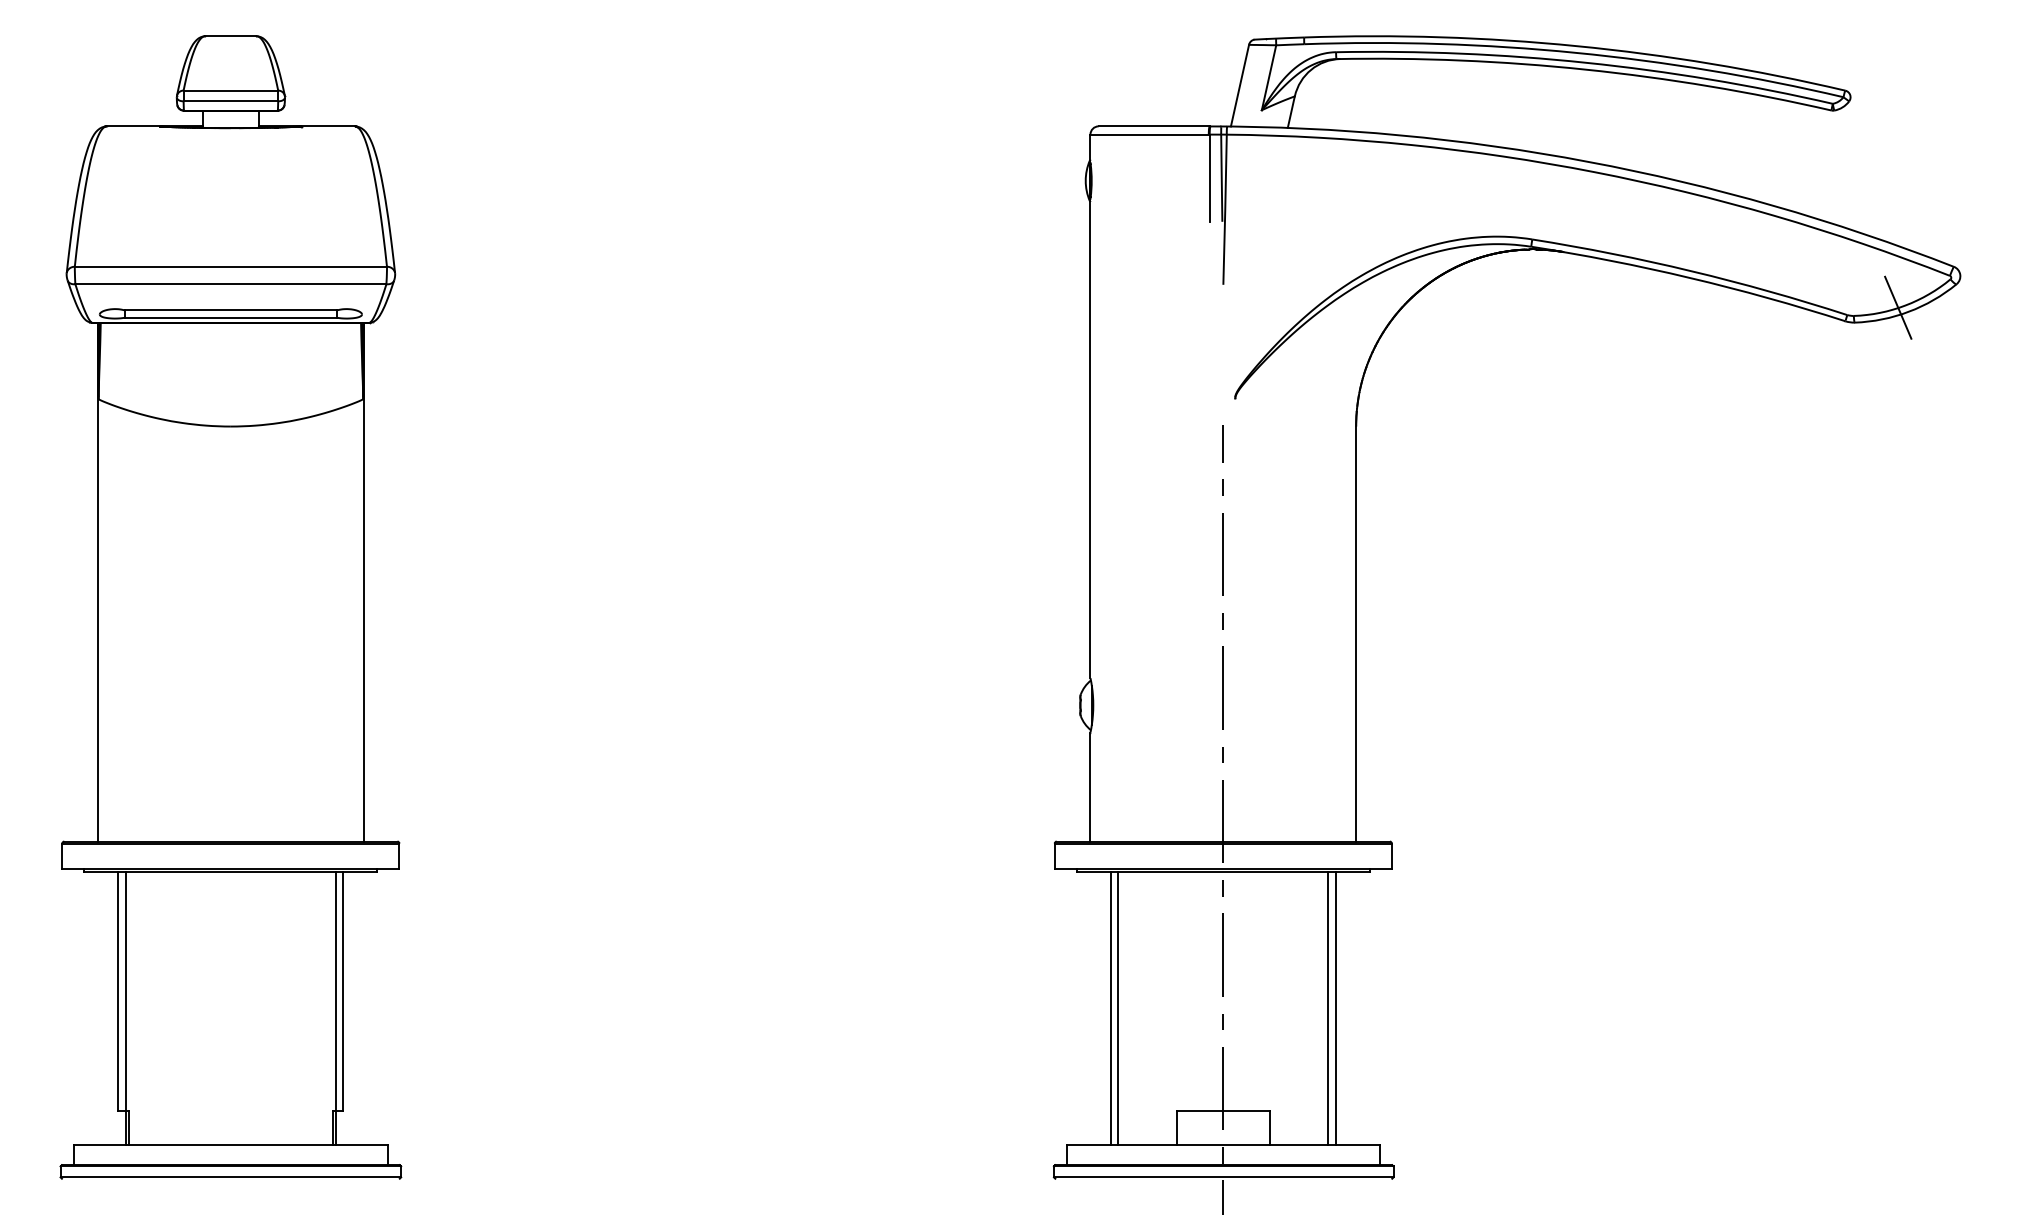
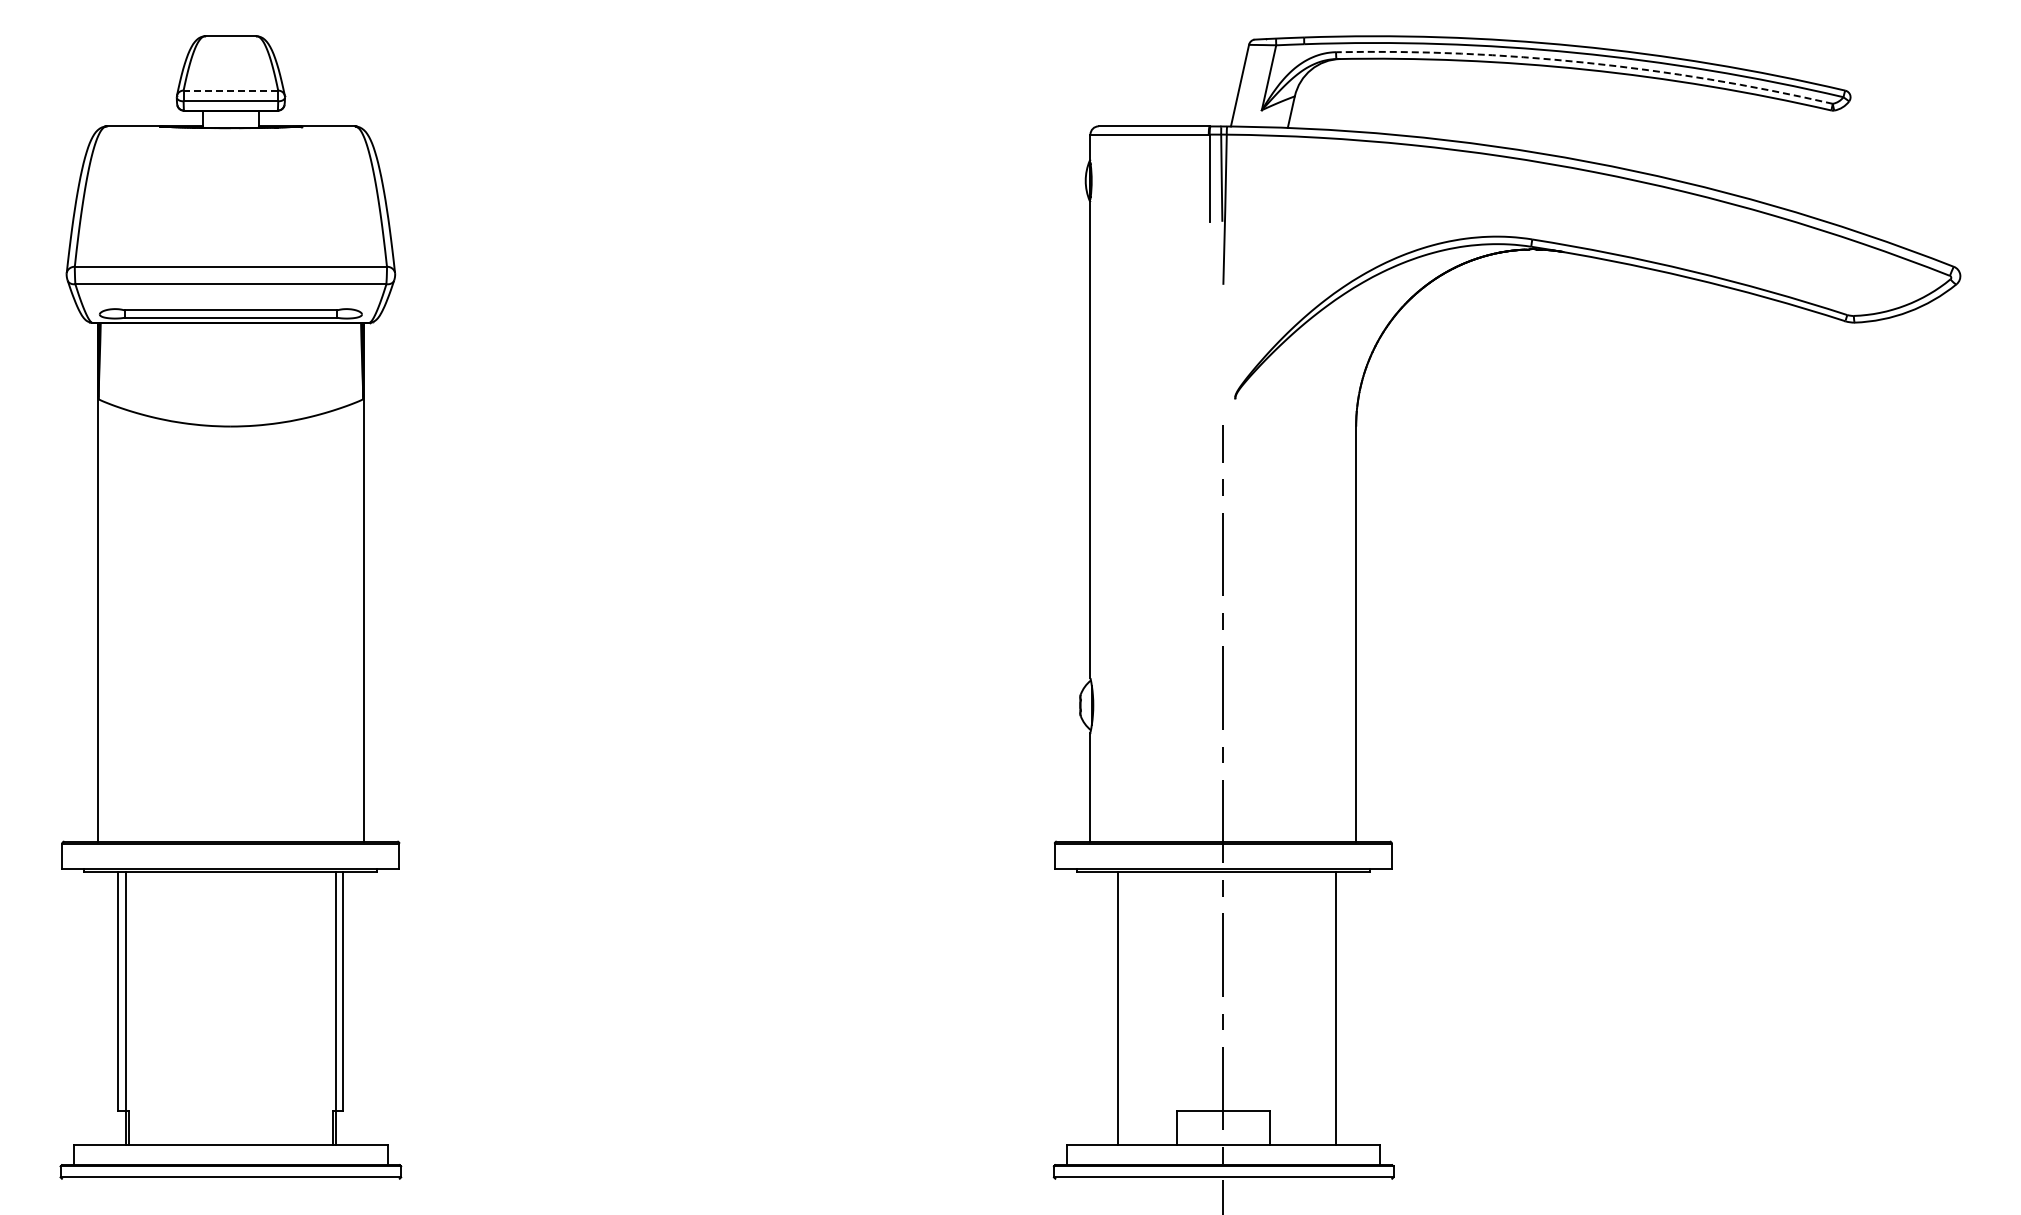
arc at (1586, 62): solid -> dashed
line at (230, 90): solid -> dashed
line at (1897, 307): present -> none
line at (1110, 1008): present -> none
line at (1328, 1008): present -> none
